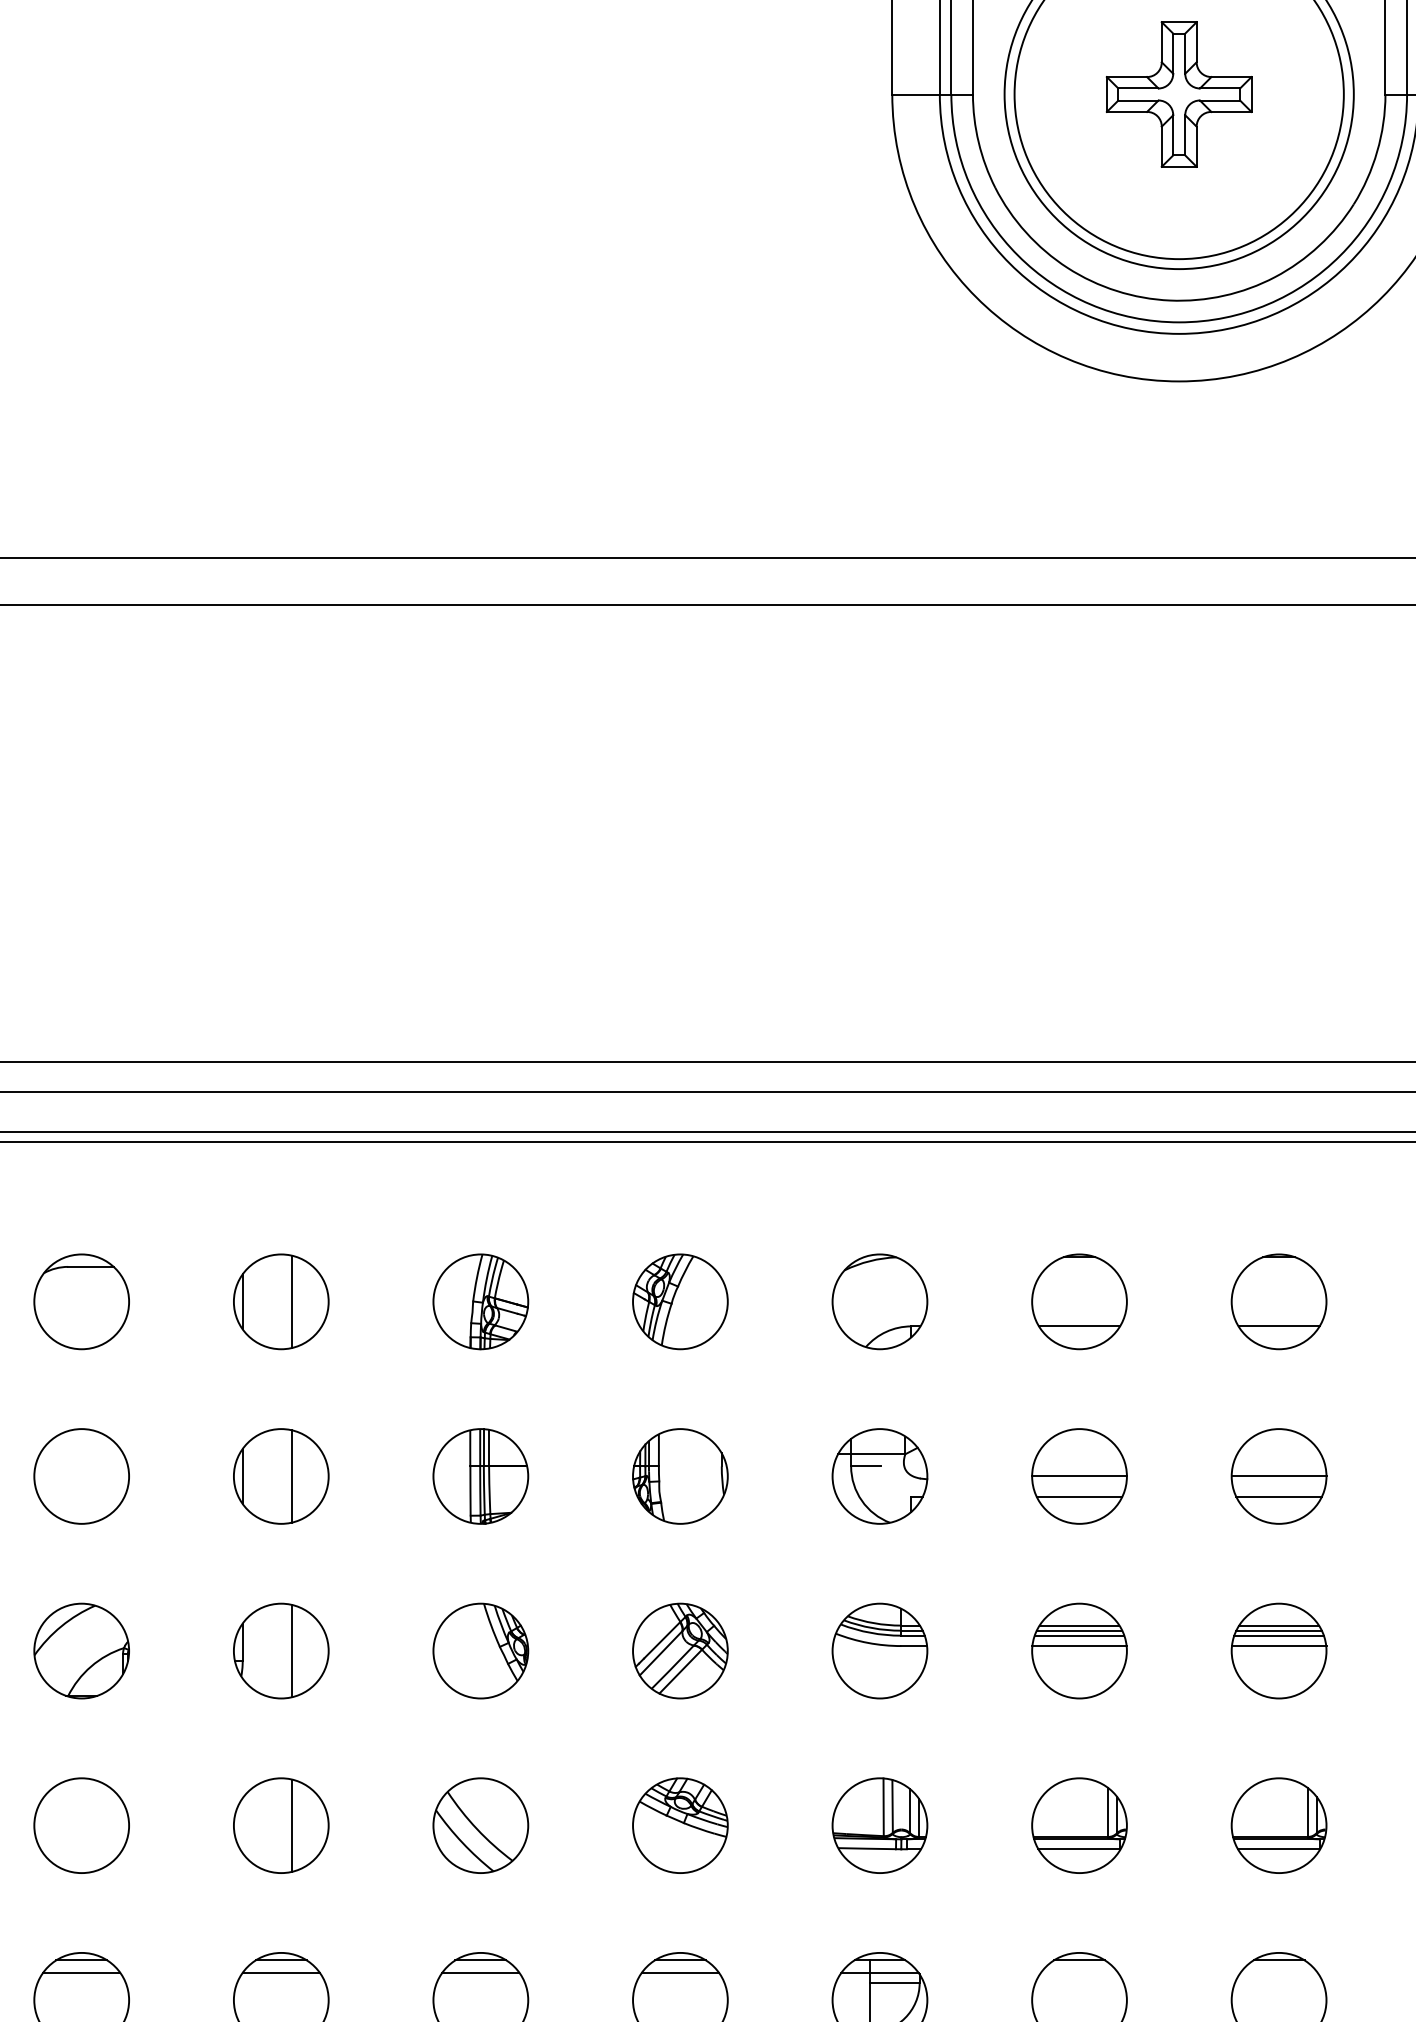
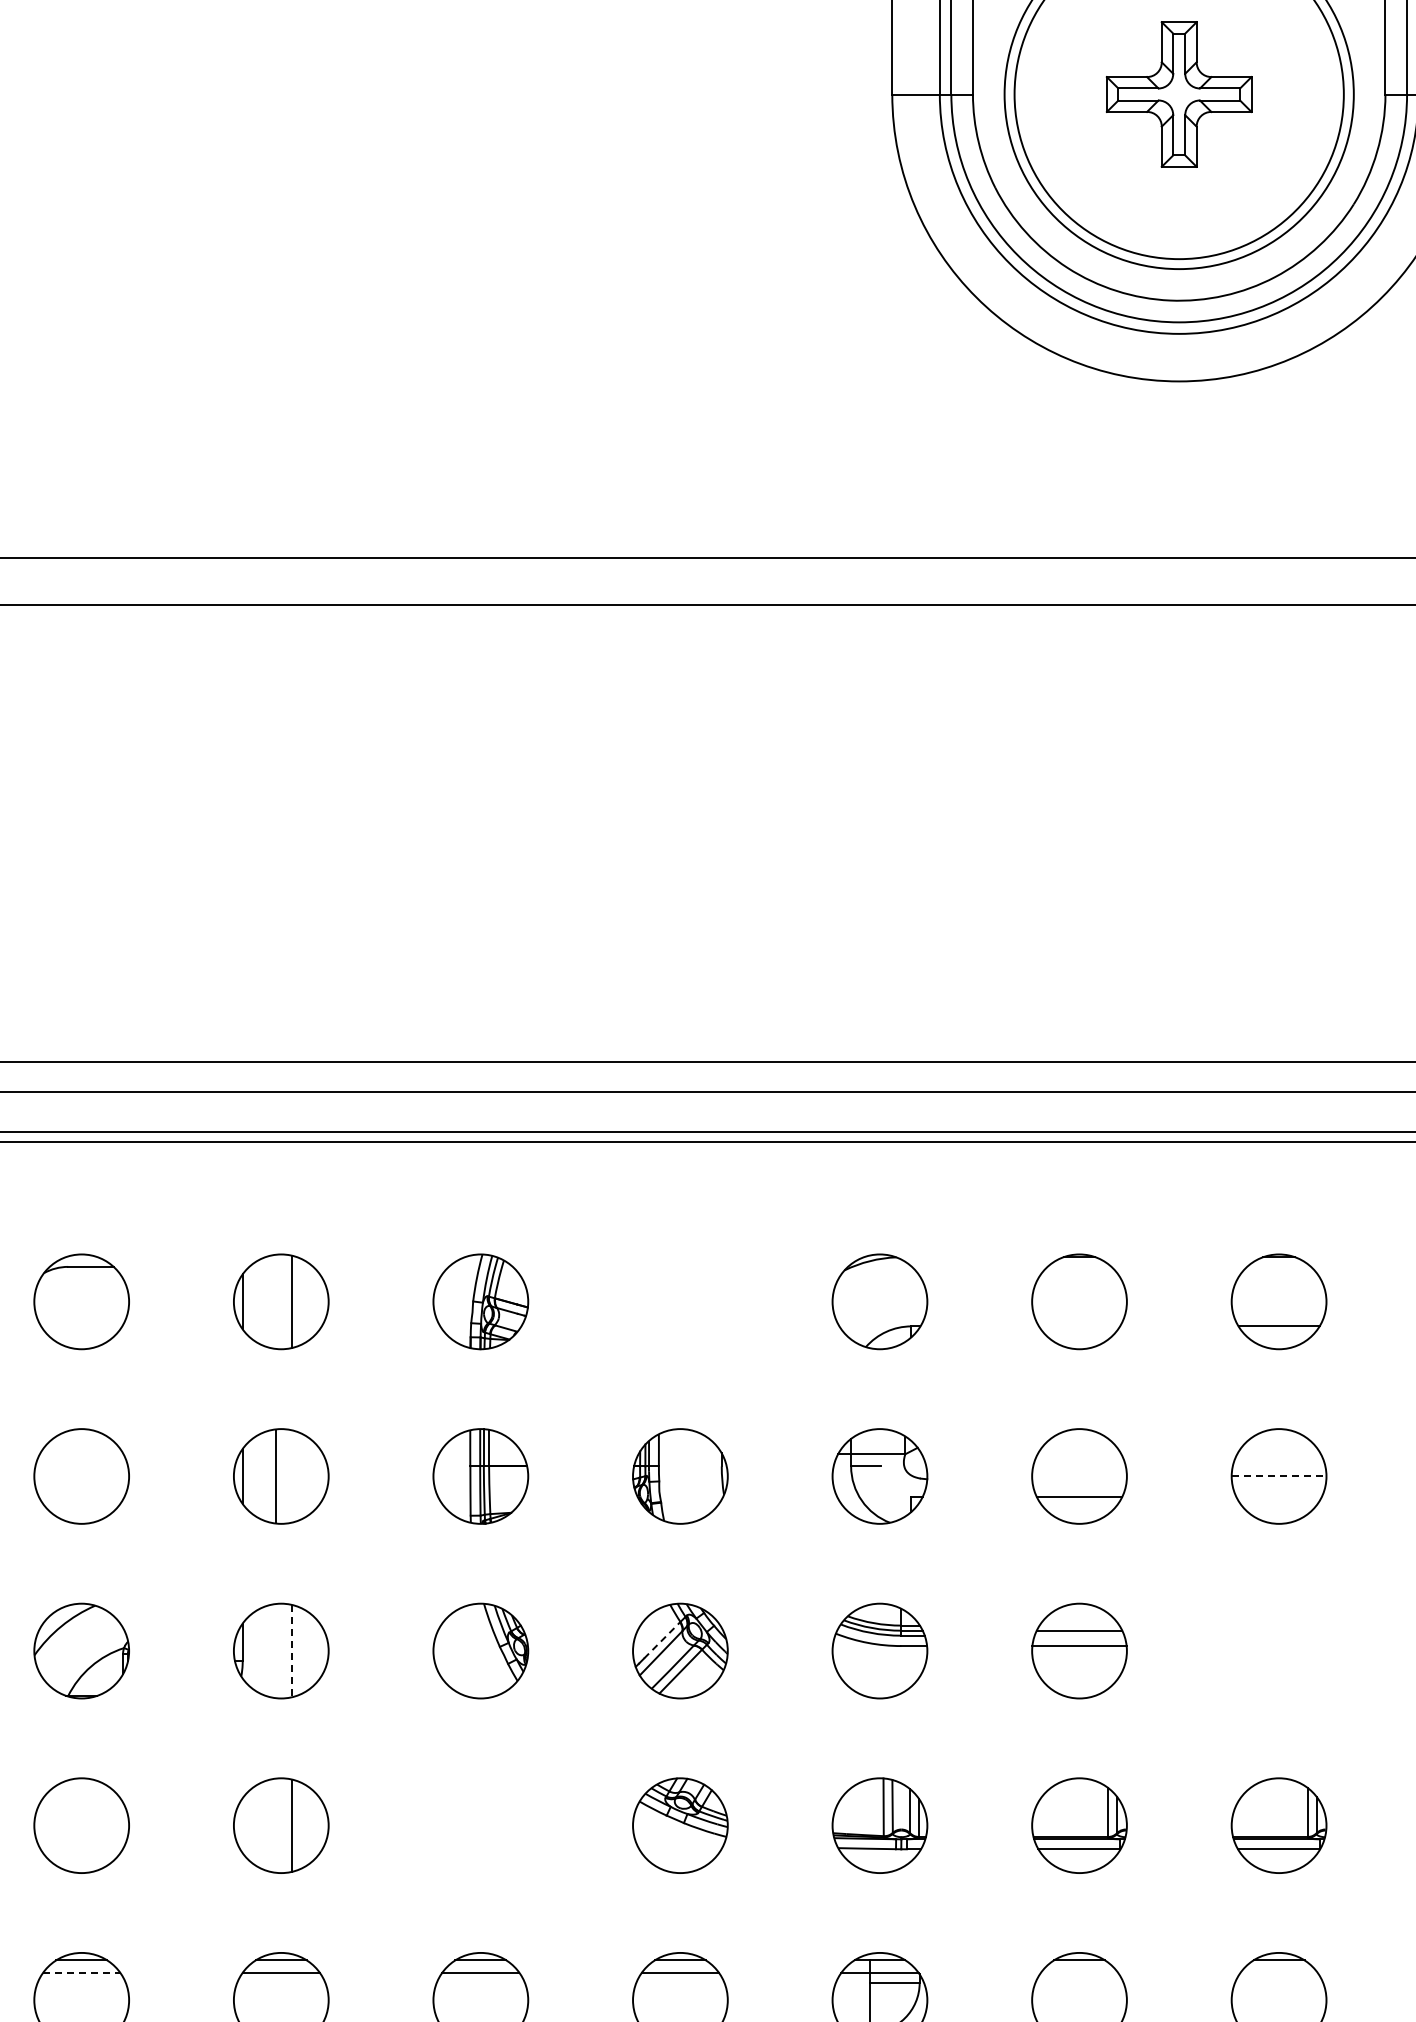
part at (680, 1301): present -> none
line at (1079, 1326): present -> none
line at (1079, 1475): present -> none
line at (1279, 1475): solid -> dashed
line at (291, 1476) position: (291, 1476) -> (275, 1476)
line at (1278, 1496): present -> none
line at (1079, 1625): present -> none
line at (1079, 1635): present -> none
line at (662, 1640): solid -> dashed
part at (1278, 1650): present -> none
line at (291, 1651): solid -> dashed
part at (480, 1825): present -> none
line at (81, 1972): solid -> dashed
